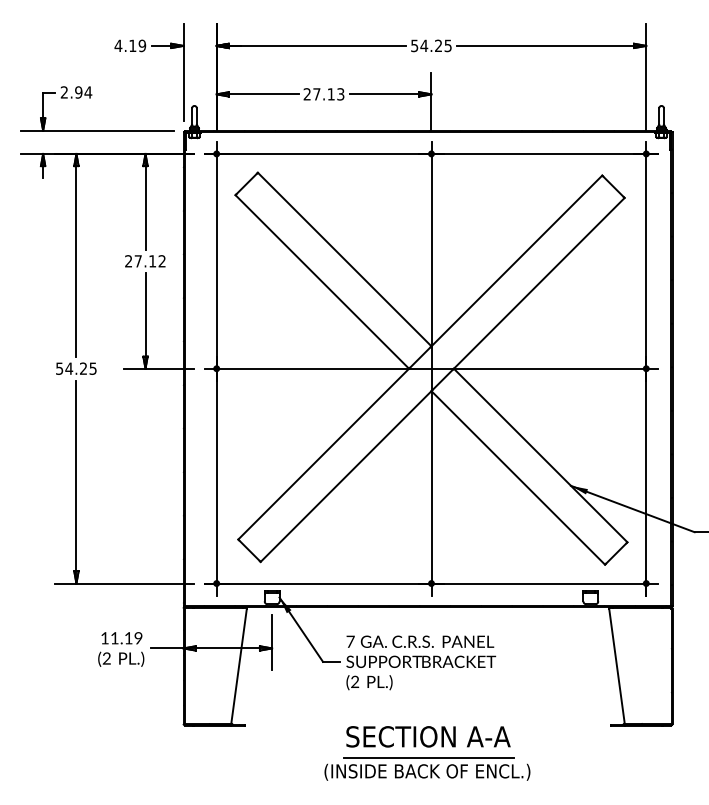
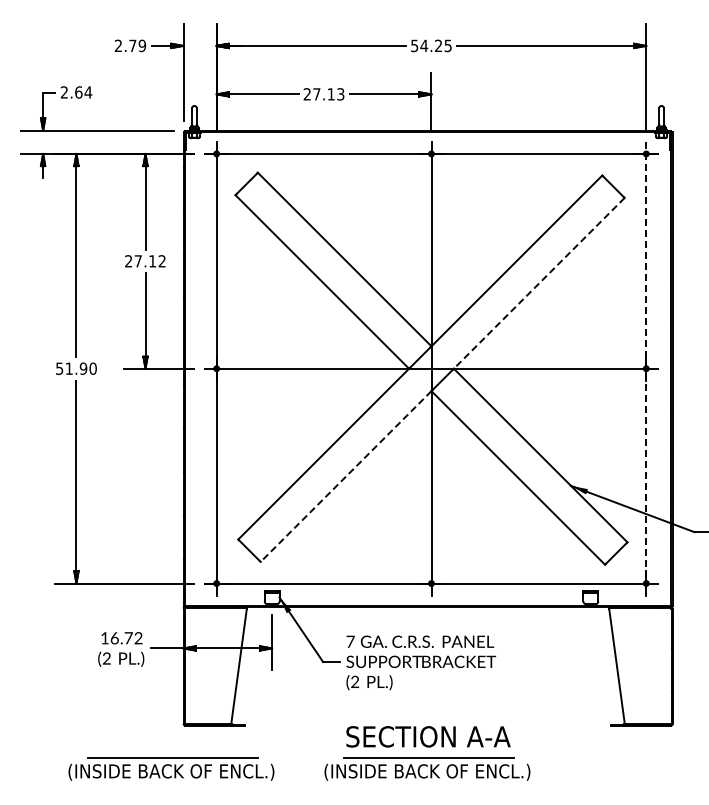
text at (125, 45): 4.19 -> 2.79
text at (78, 92): 2.94 -> 2.64
line at (539, 283): solid -> dashed
text at (80, 368): 54.25 -> 51.90
line at (646, 368): solid -> dashed
line at (346, 476): solid -> dashed
text at (126, 638): 11.19 -> 16.72
part at (171, 768): none -> present
